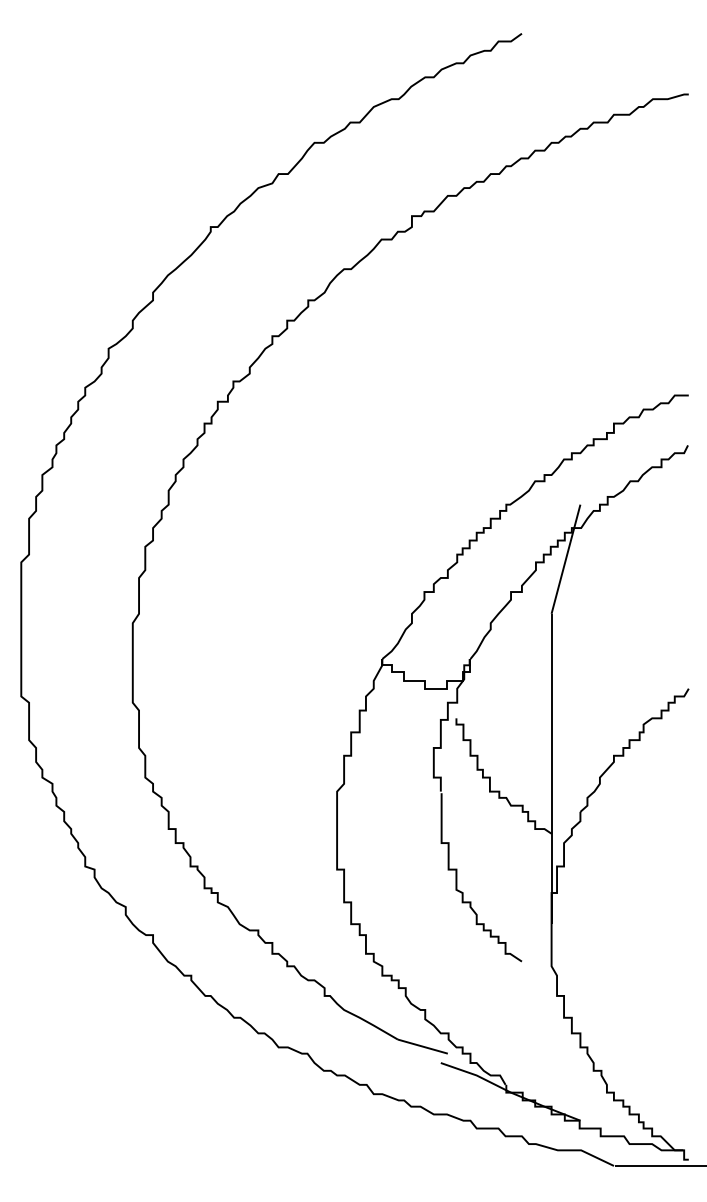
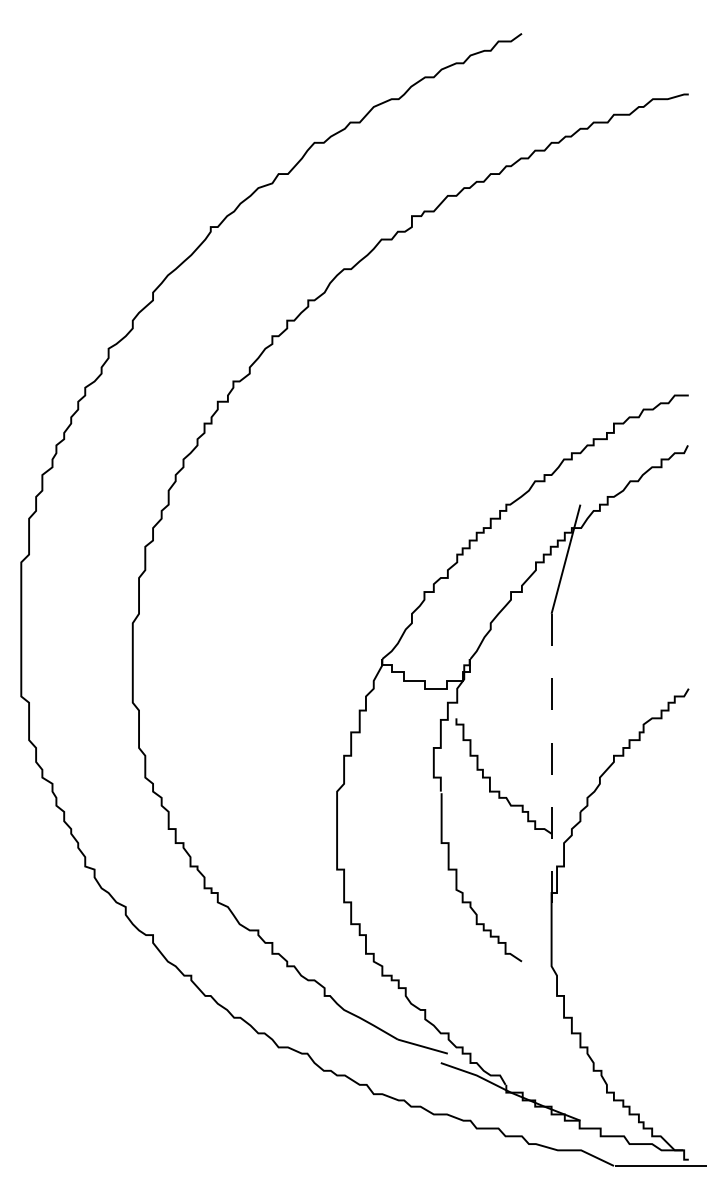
line at (551, 769): solid -> dashed
